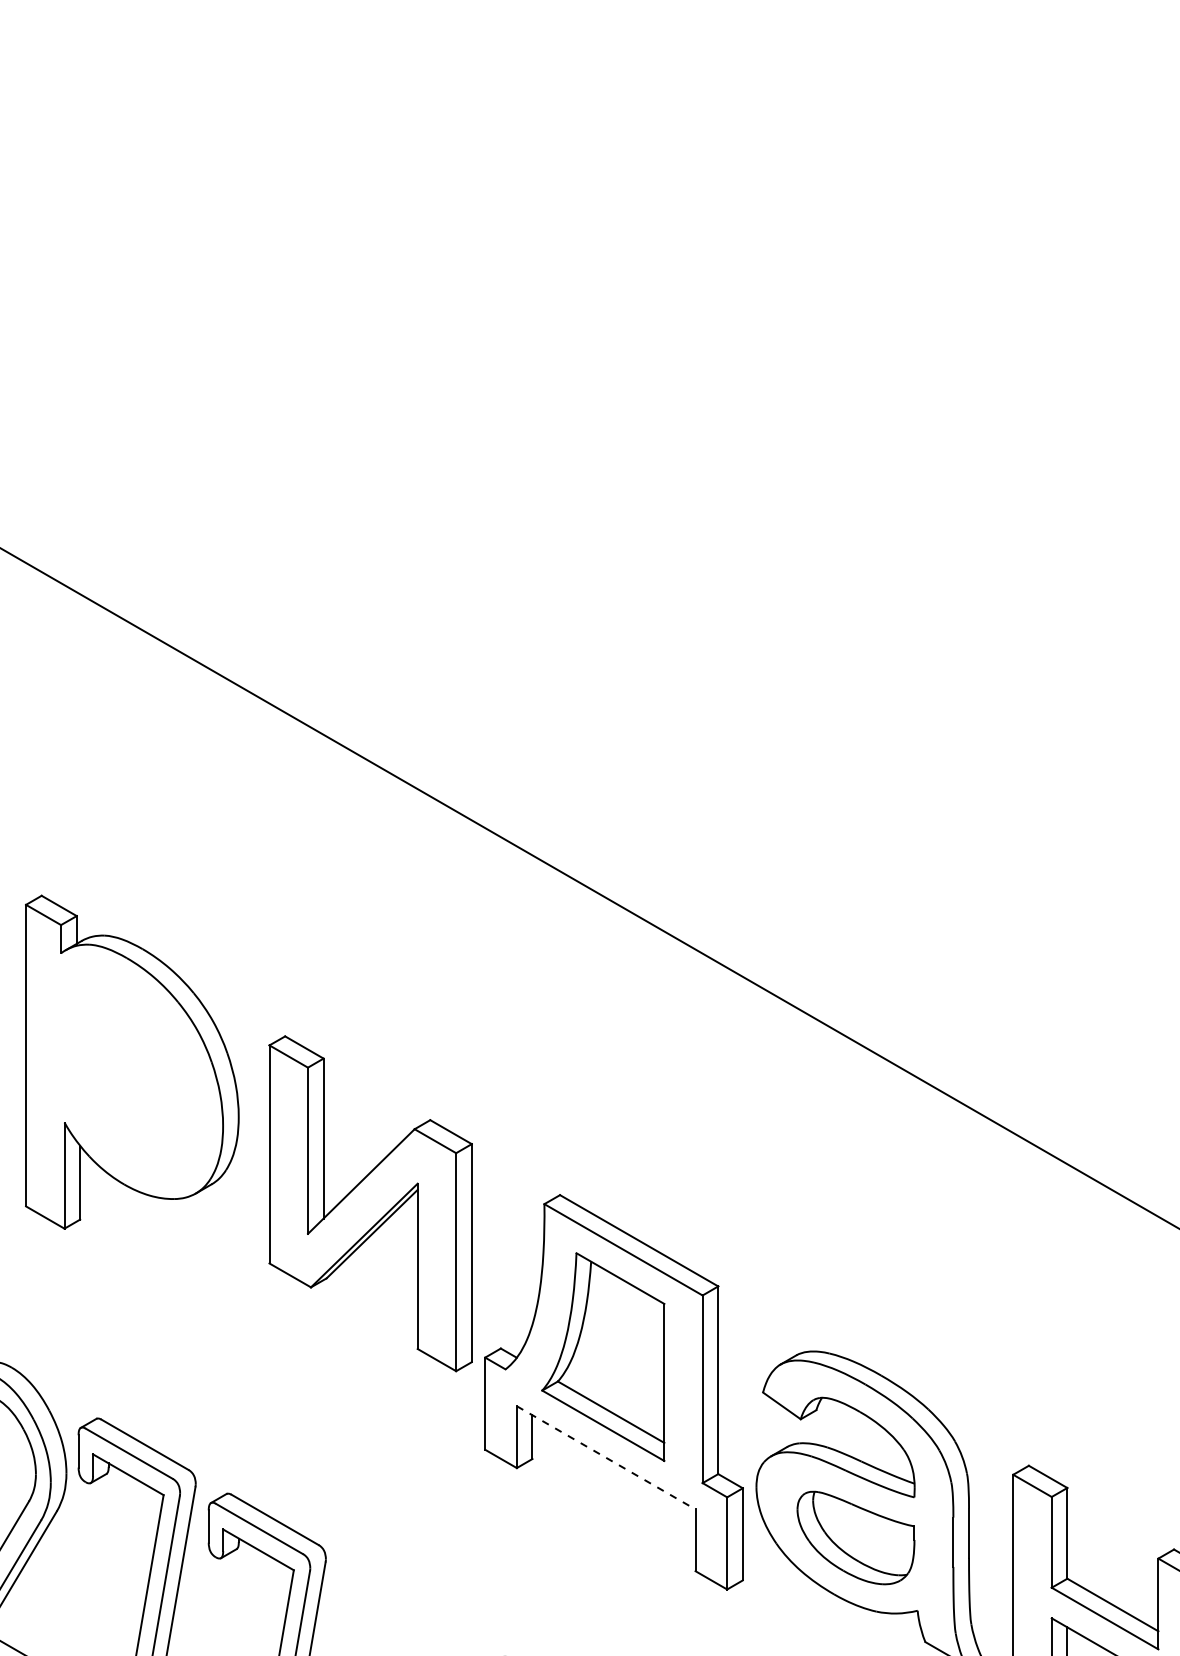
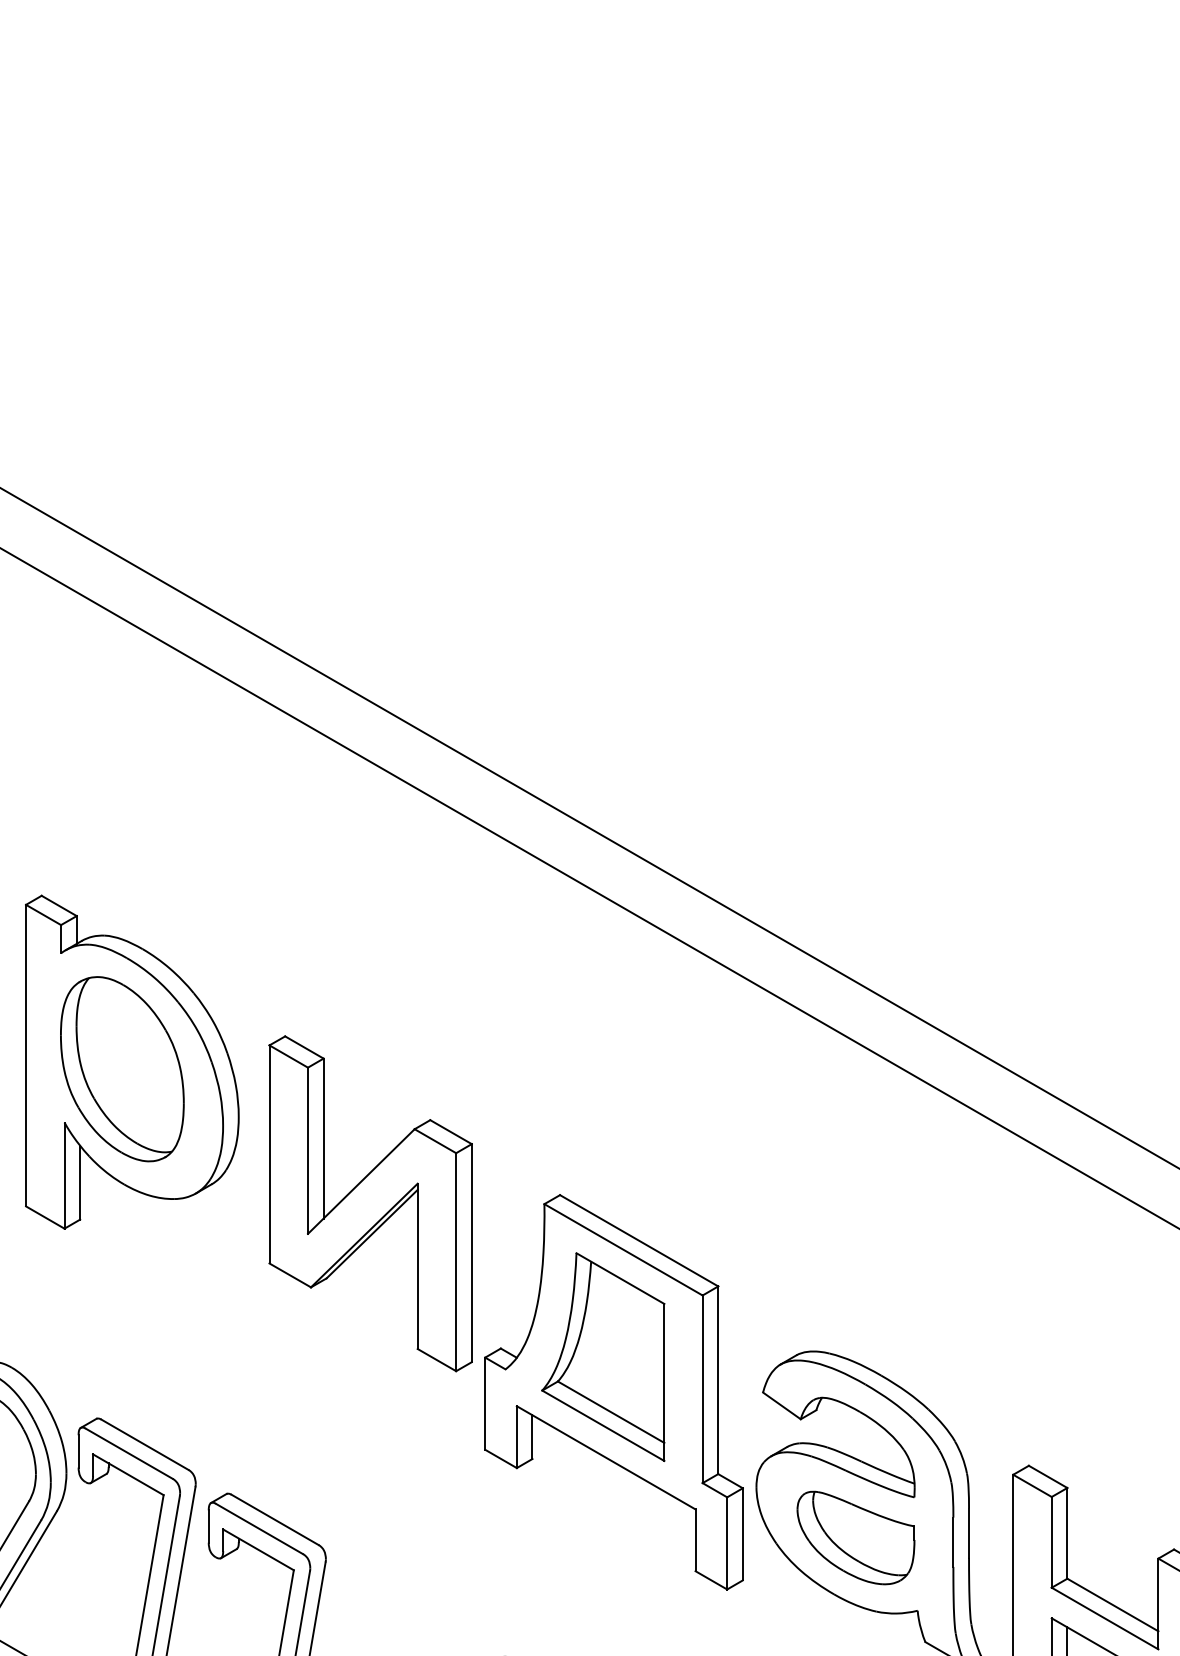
line at (589, 828): none -> present
part at (122, 1069): none -> present
line at (606, 1458): dashed -> solid
